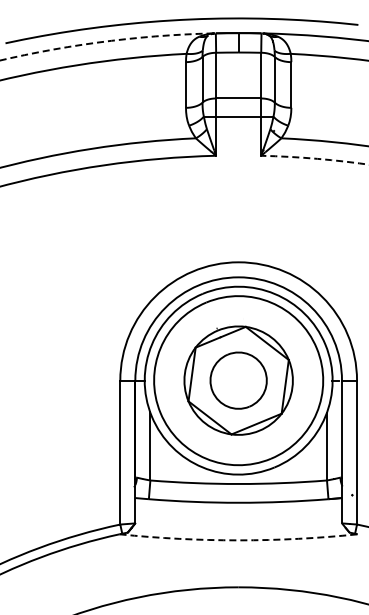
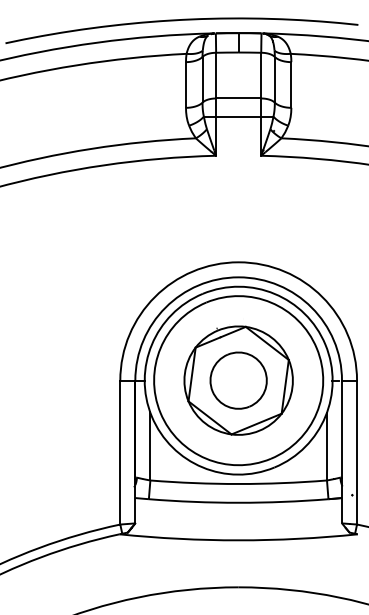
arc at (105, 41): dashed -> solid
arc at (315, 158): dashed -> solid
arc at (238, 540): dashed -> solid
